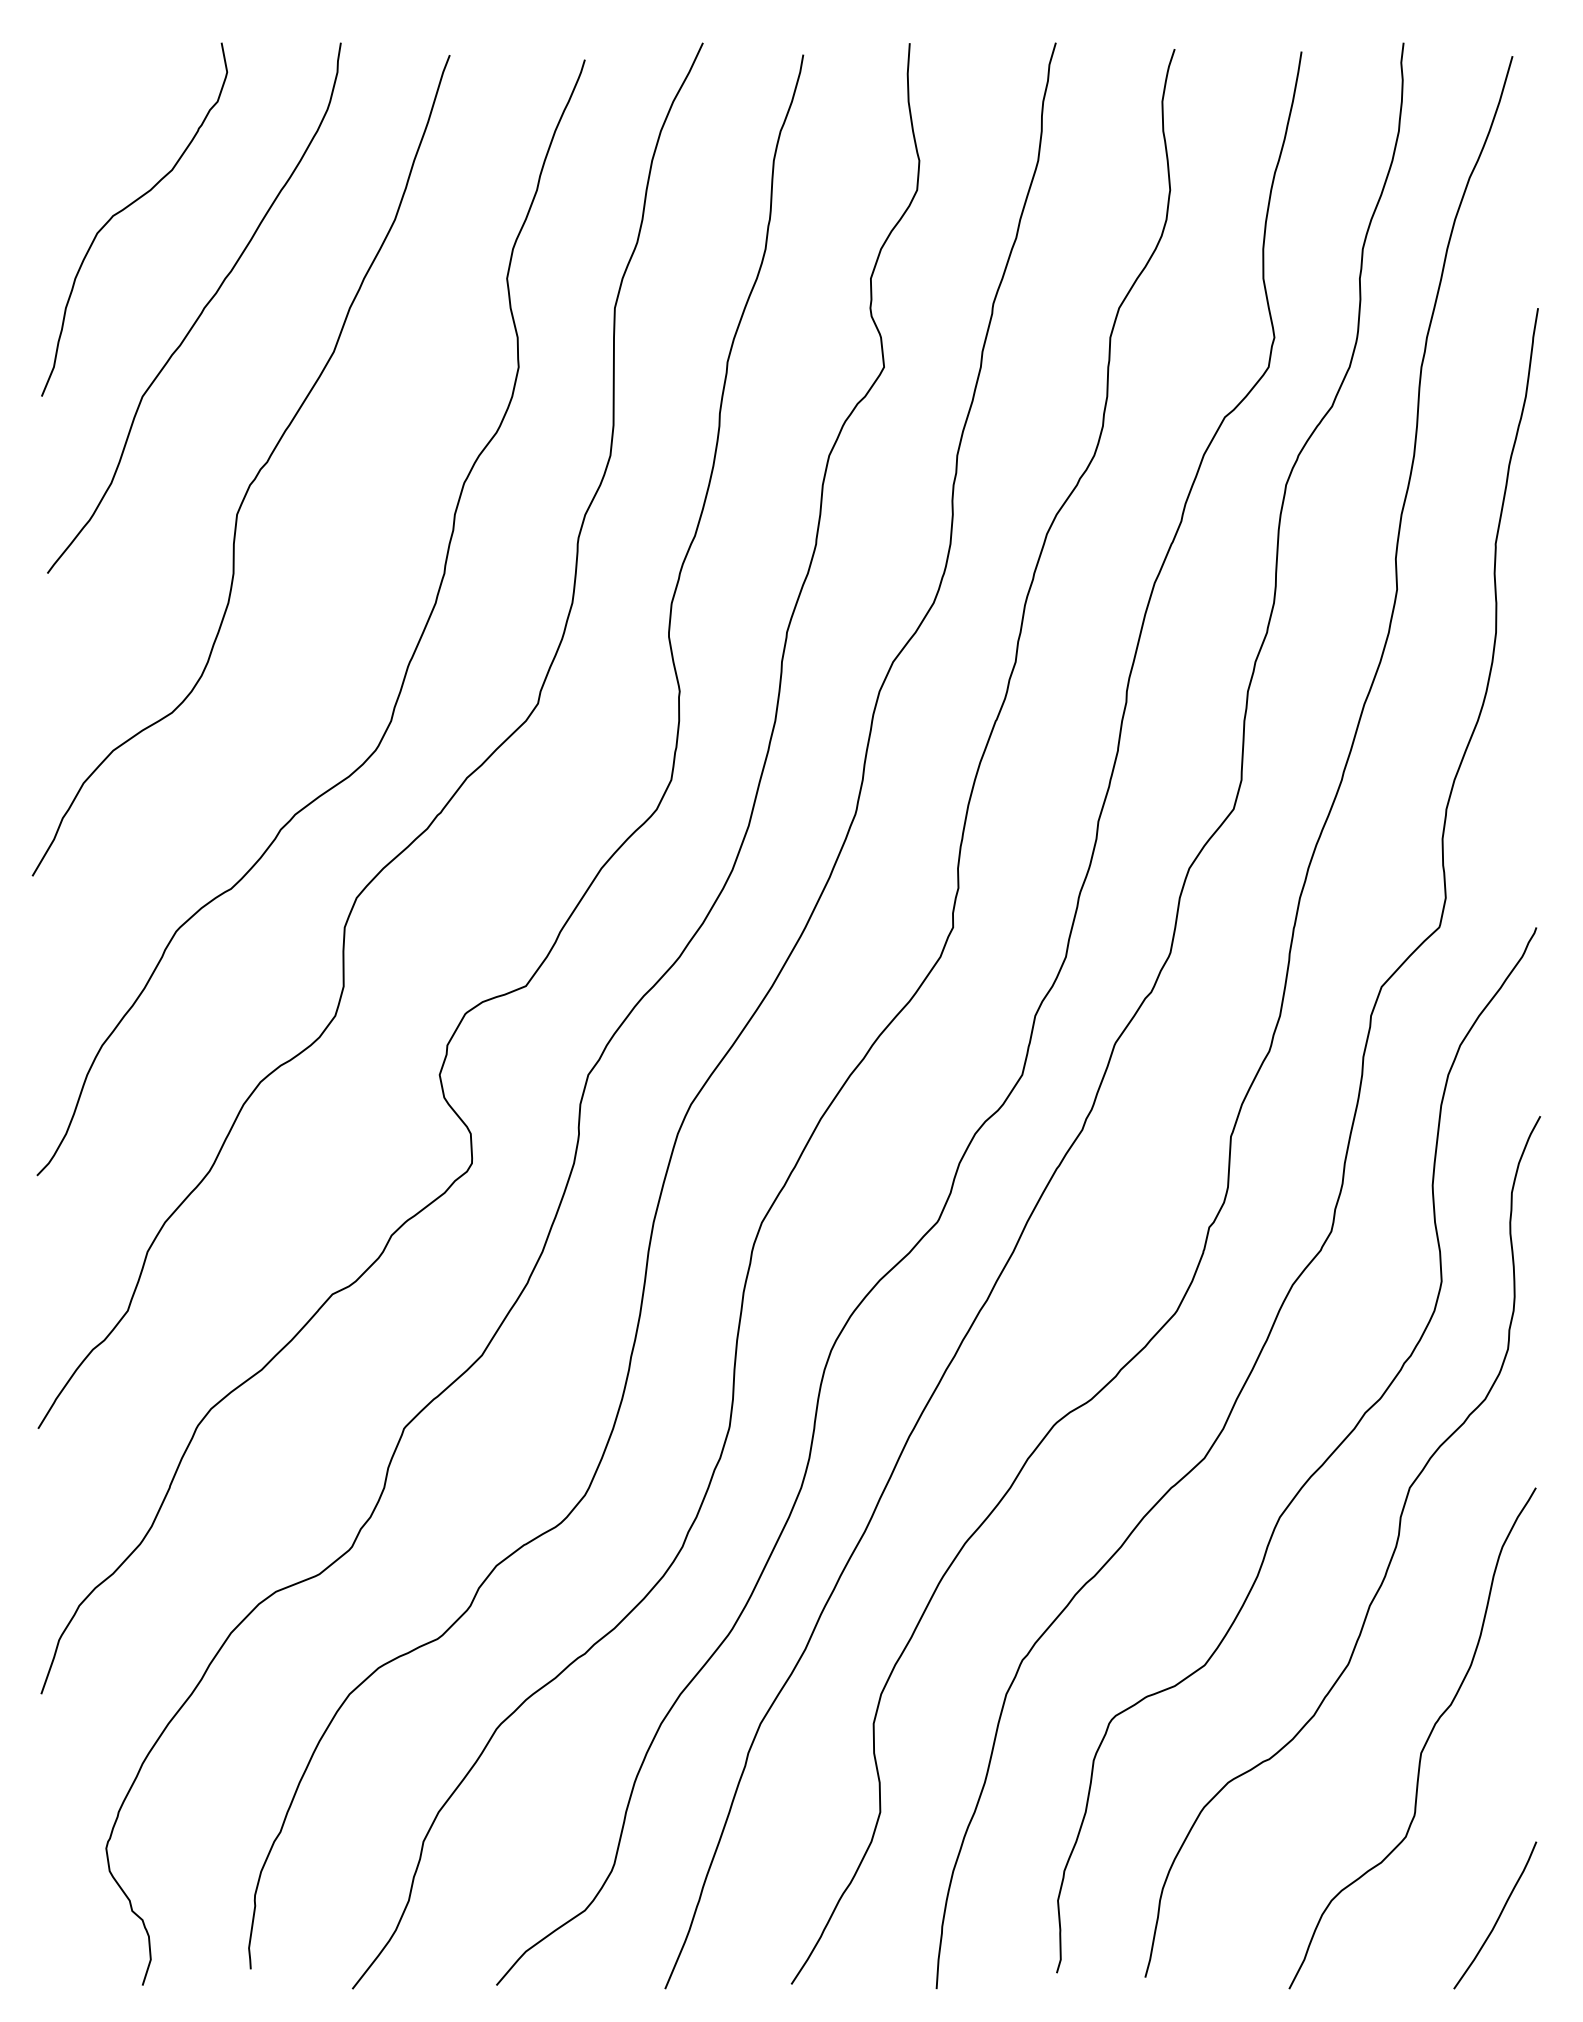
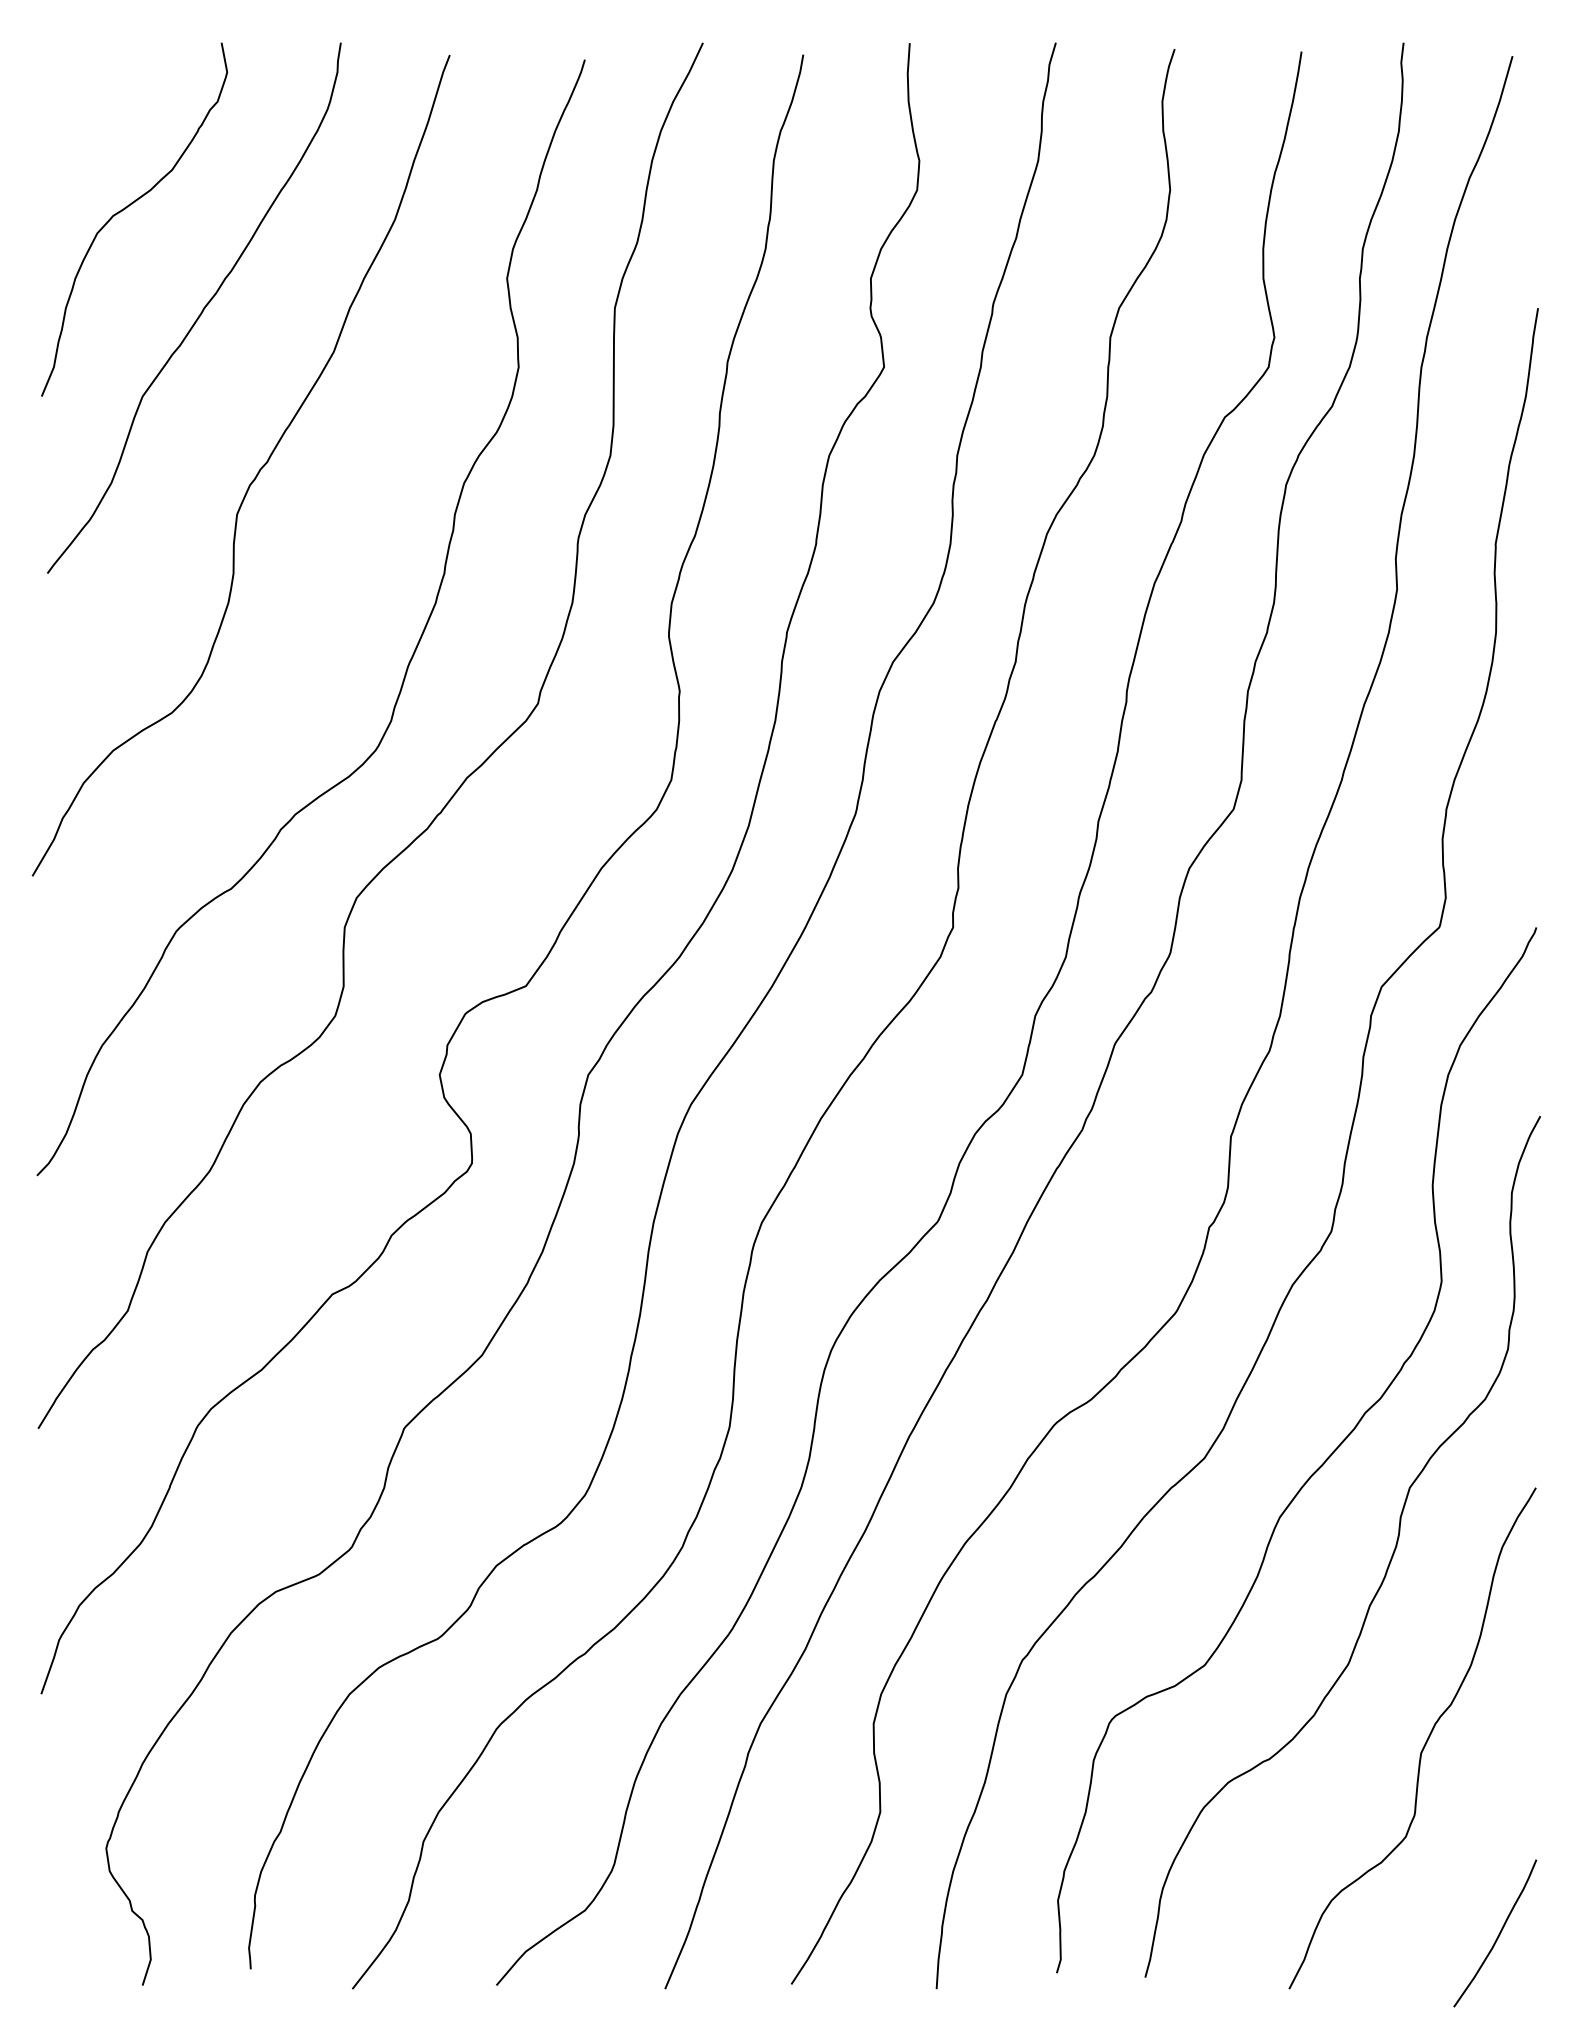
curve at (1498, 1916) position: (1498, 1916) -> (1498, 1934)
